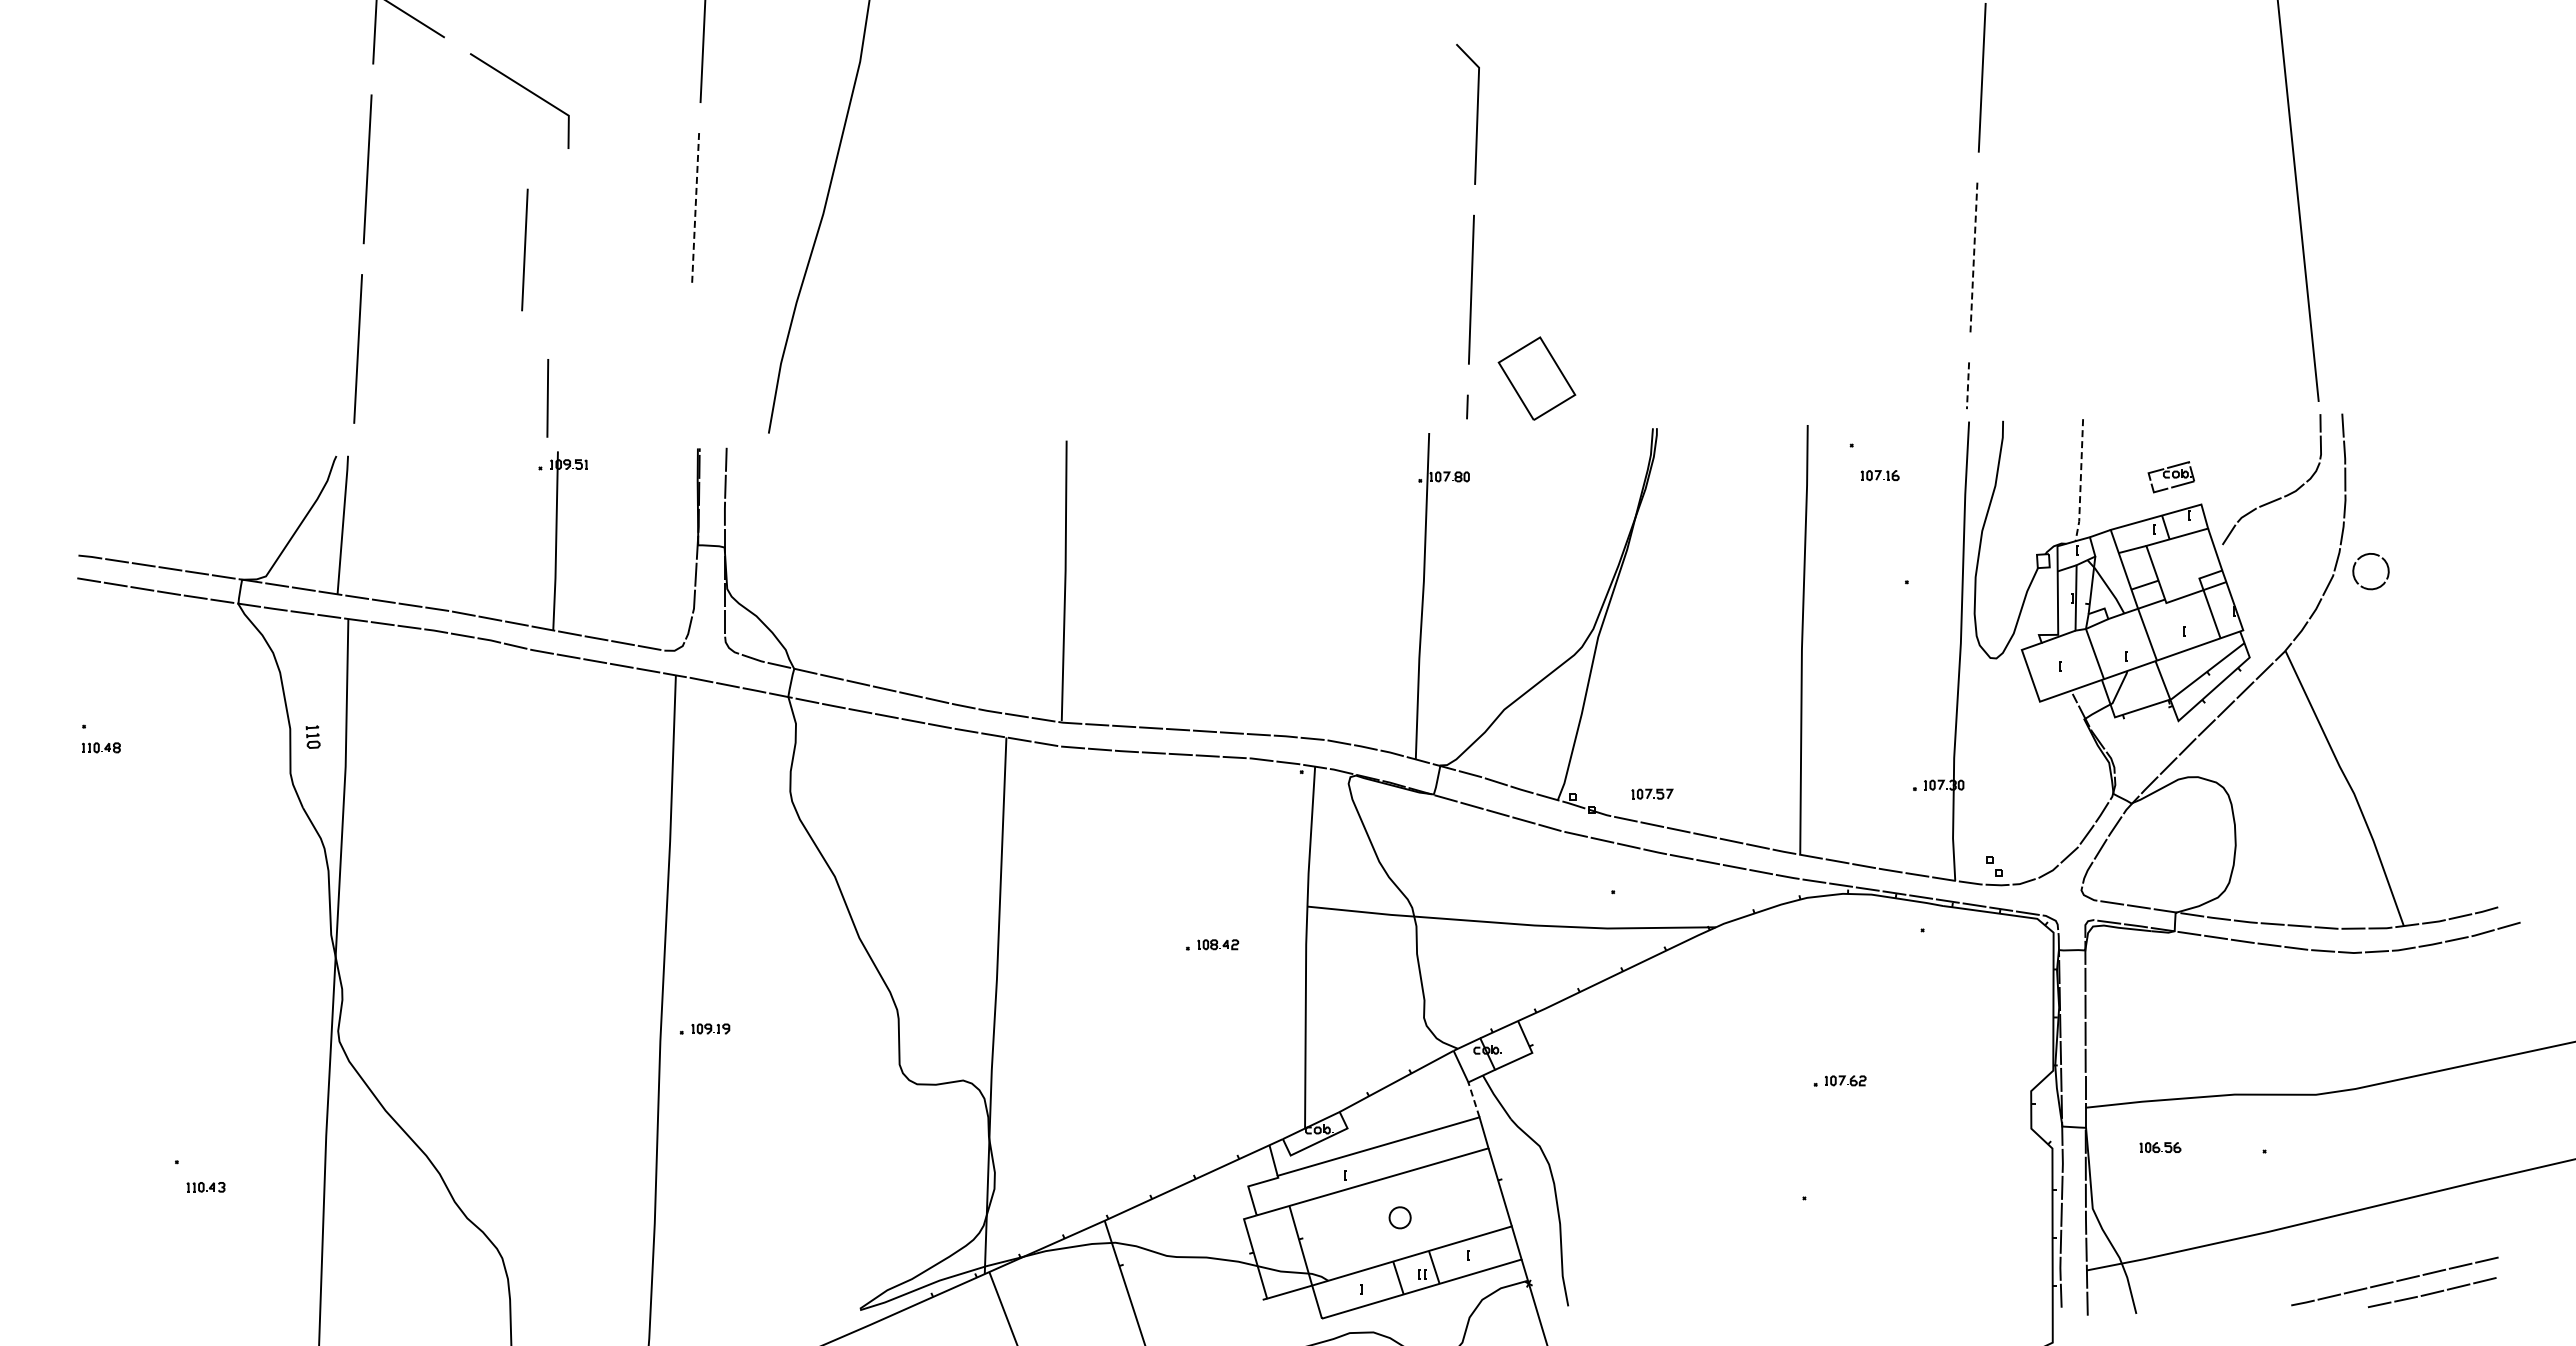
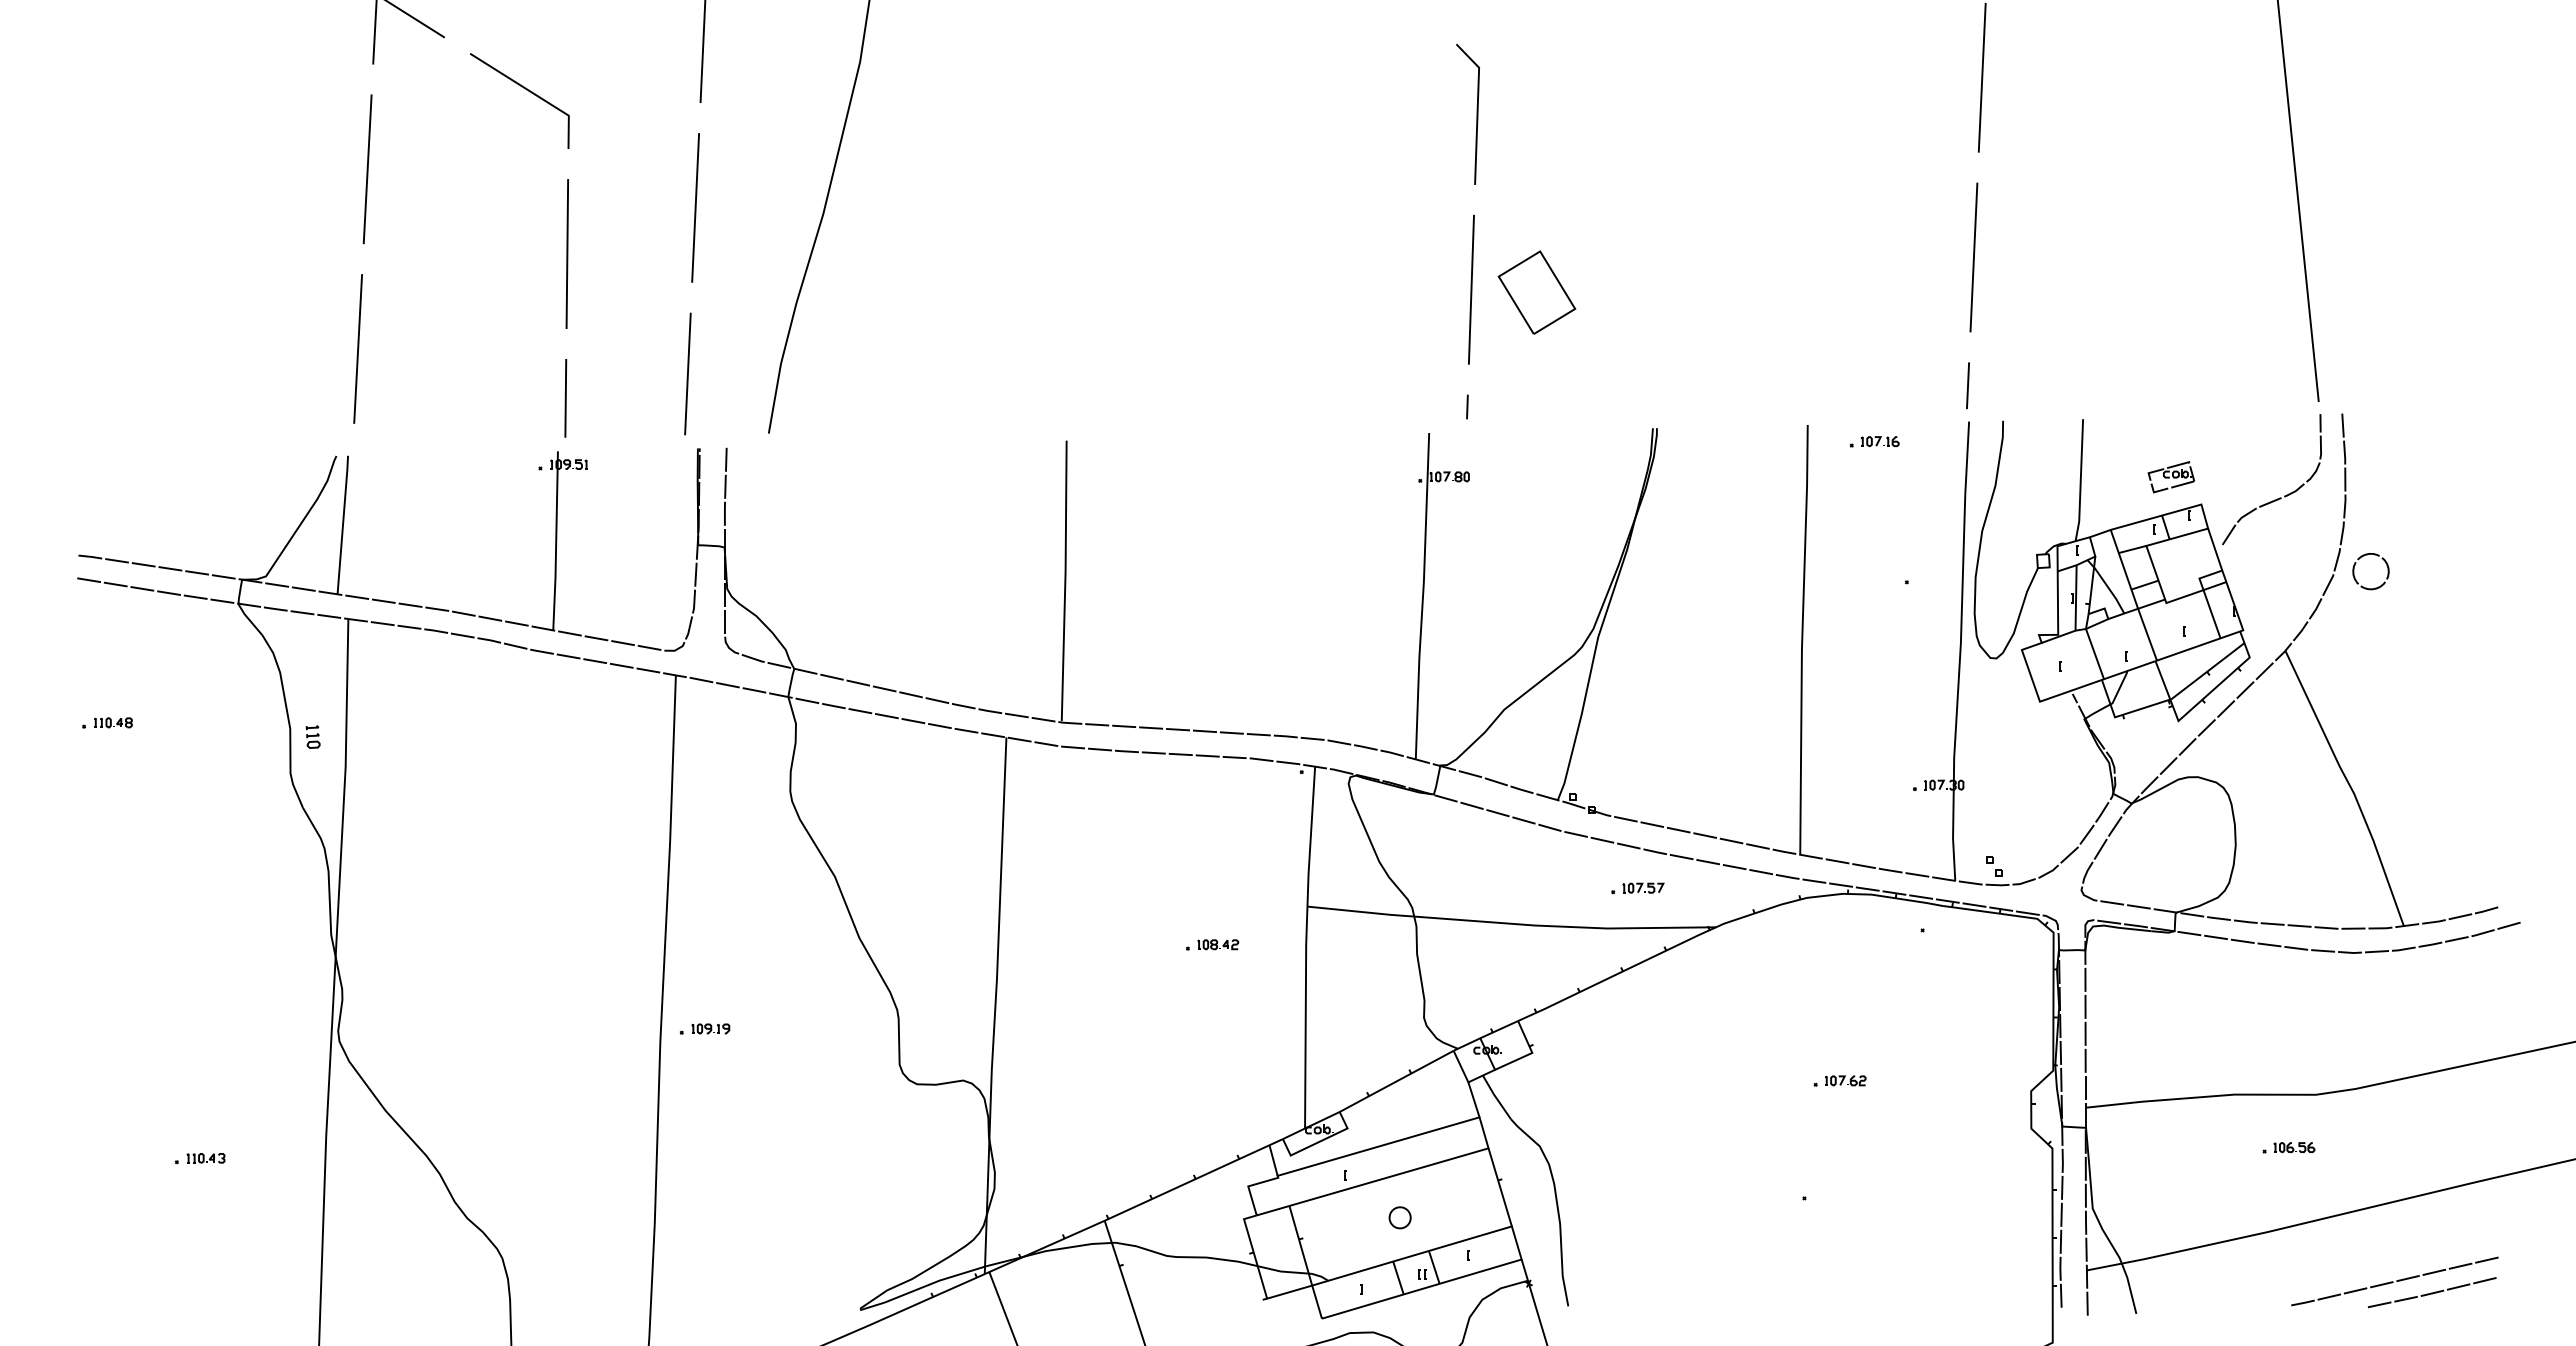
line at (695, 207): dashed -> solid
line at (524, 249) position: (524, 249) -> (687, 373)
line at (566, 253): none -> present
line at (1973, 257): dashed -> solid
part at (1536, 378) position: (1536, 378) -> (1536, 292)
line at (1968, 386): dashed -> solid
line at (547, 398) position: (547, 398) -> (565, 398)
part at (1880, 475) position: (1880, 475) -> (1880, 441)
line at (2080, 481): dashed -> solid
part at (101, 747) position: (101, 747) -> (113, 722)
part at (1652, 793) position: (1652, 793) -> (1643, 887)
line at (1473, 1099): dashed -> solid
part at (2160, 1147) position: (2160, 1147) -> (2294, 1147)
part at (205, 1187) position: (205, 1187) -> (205, 1158)
